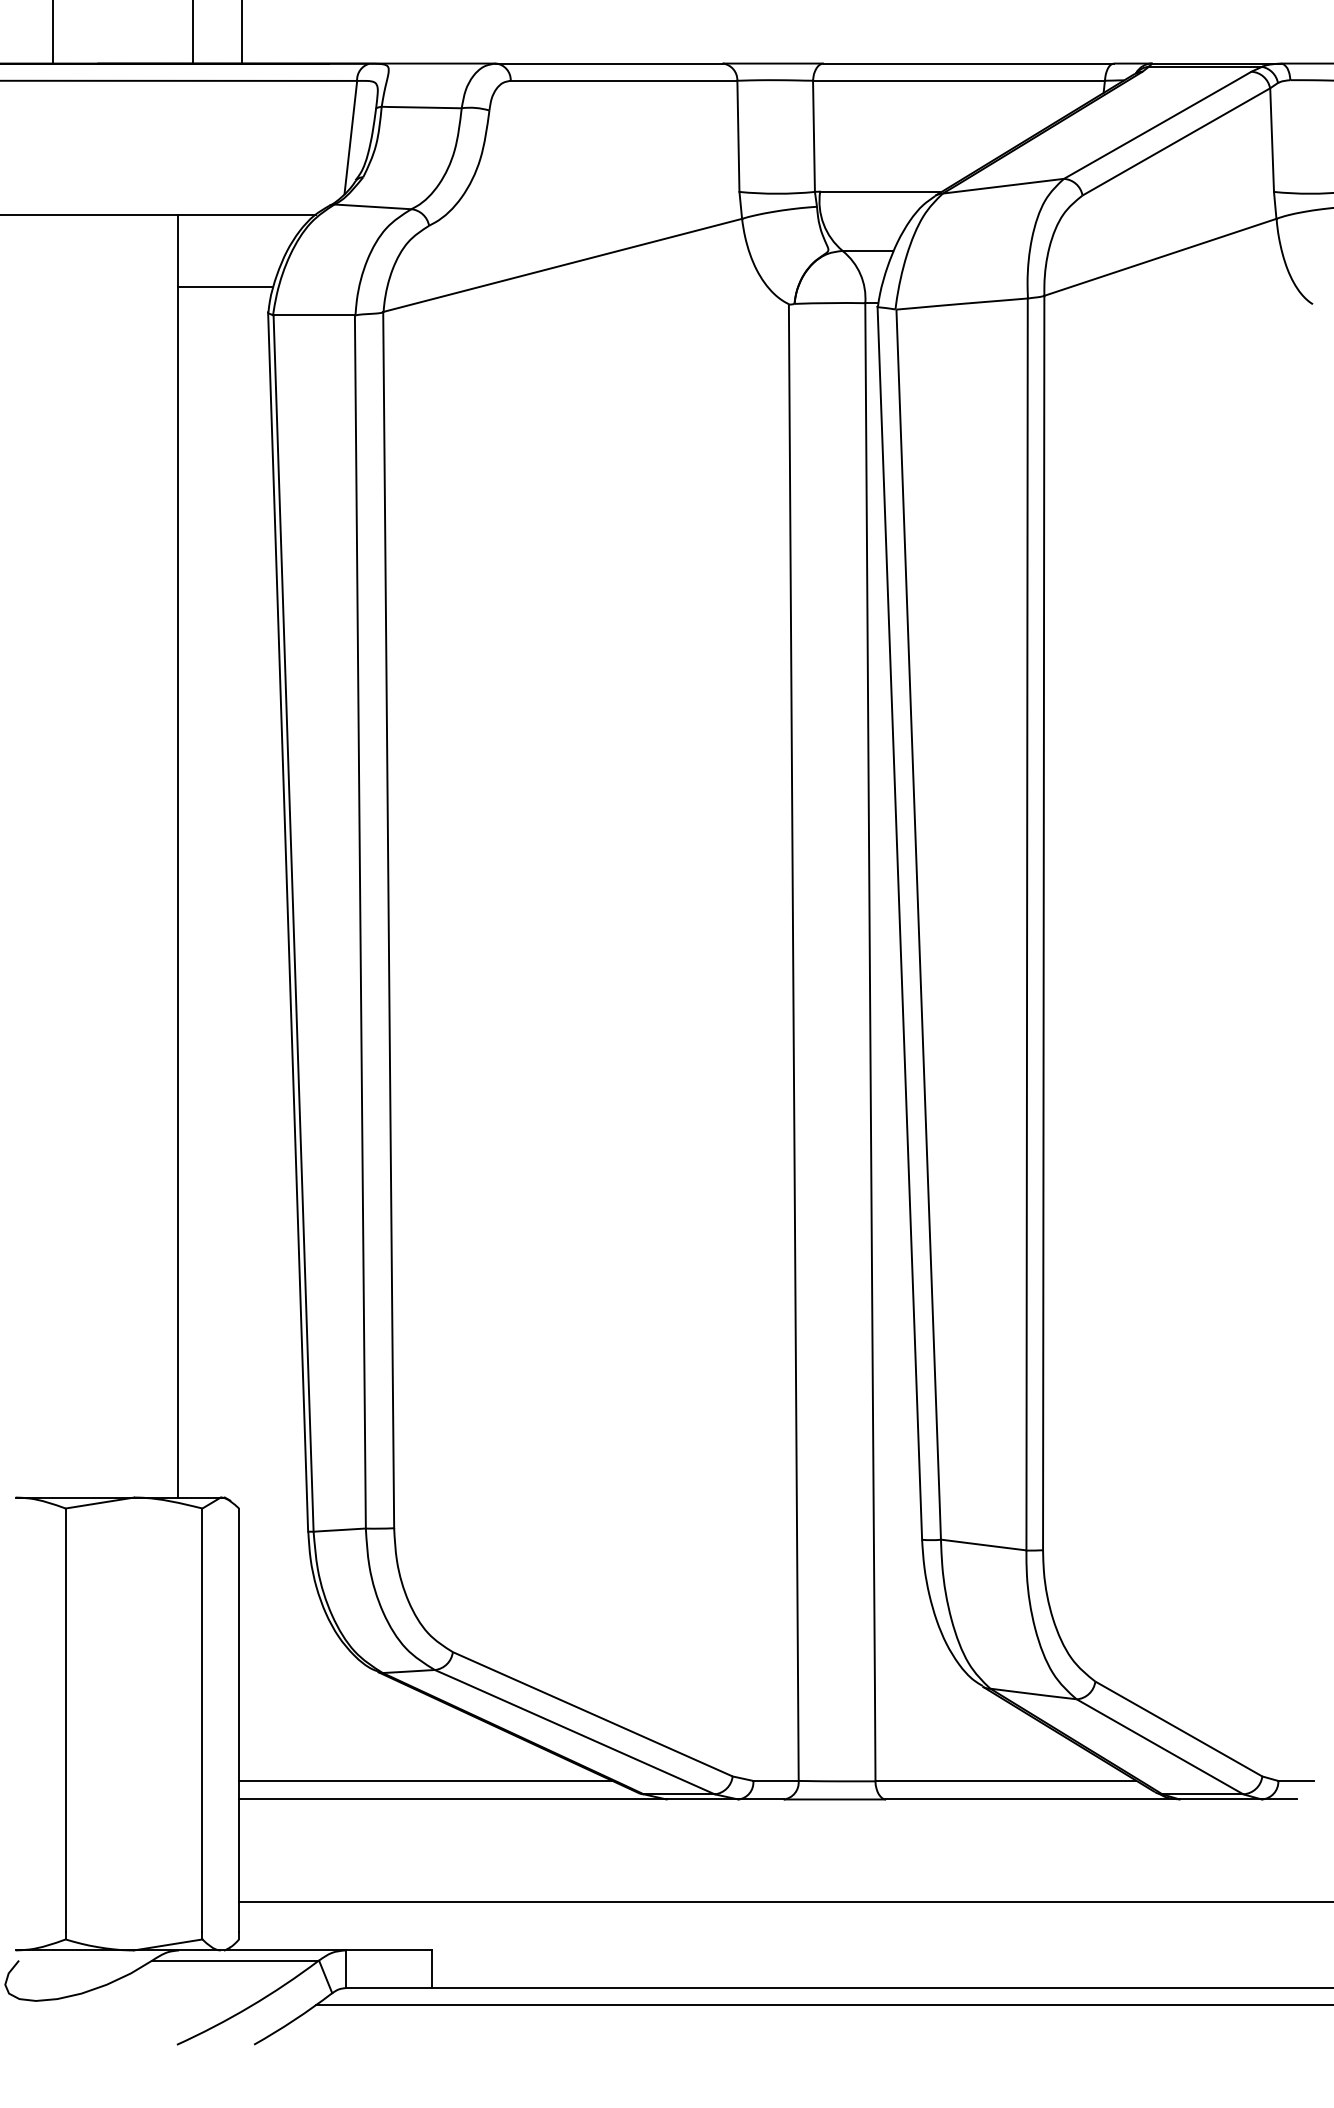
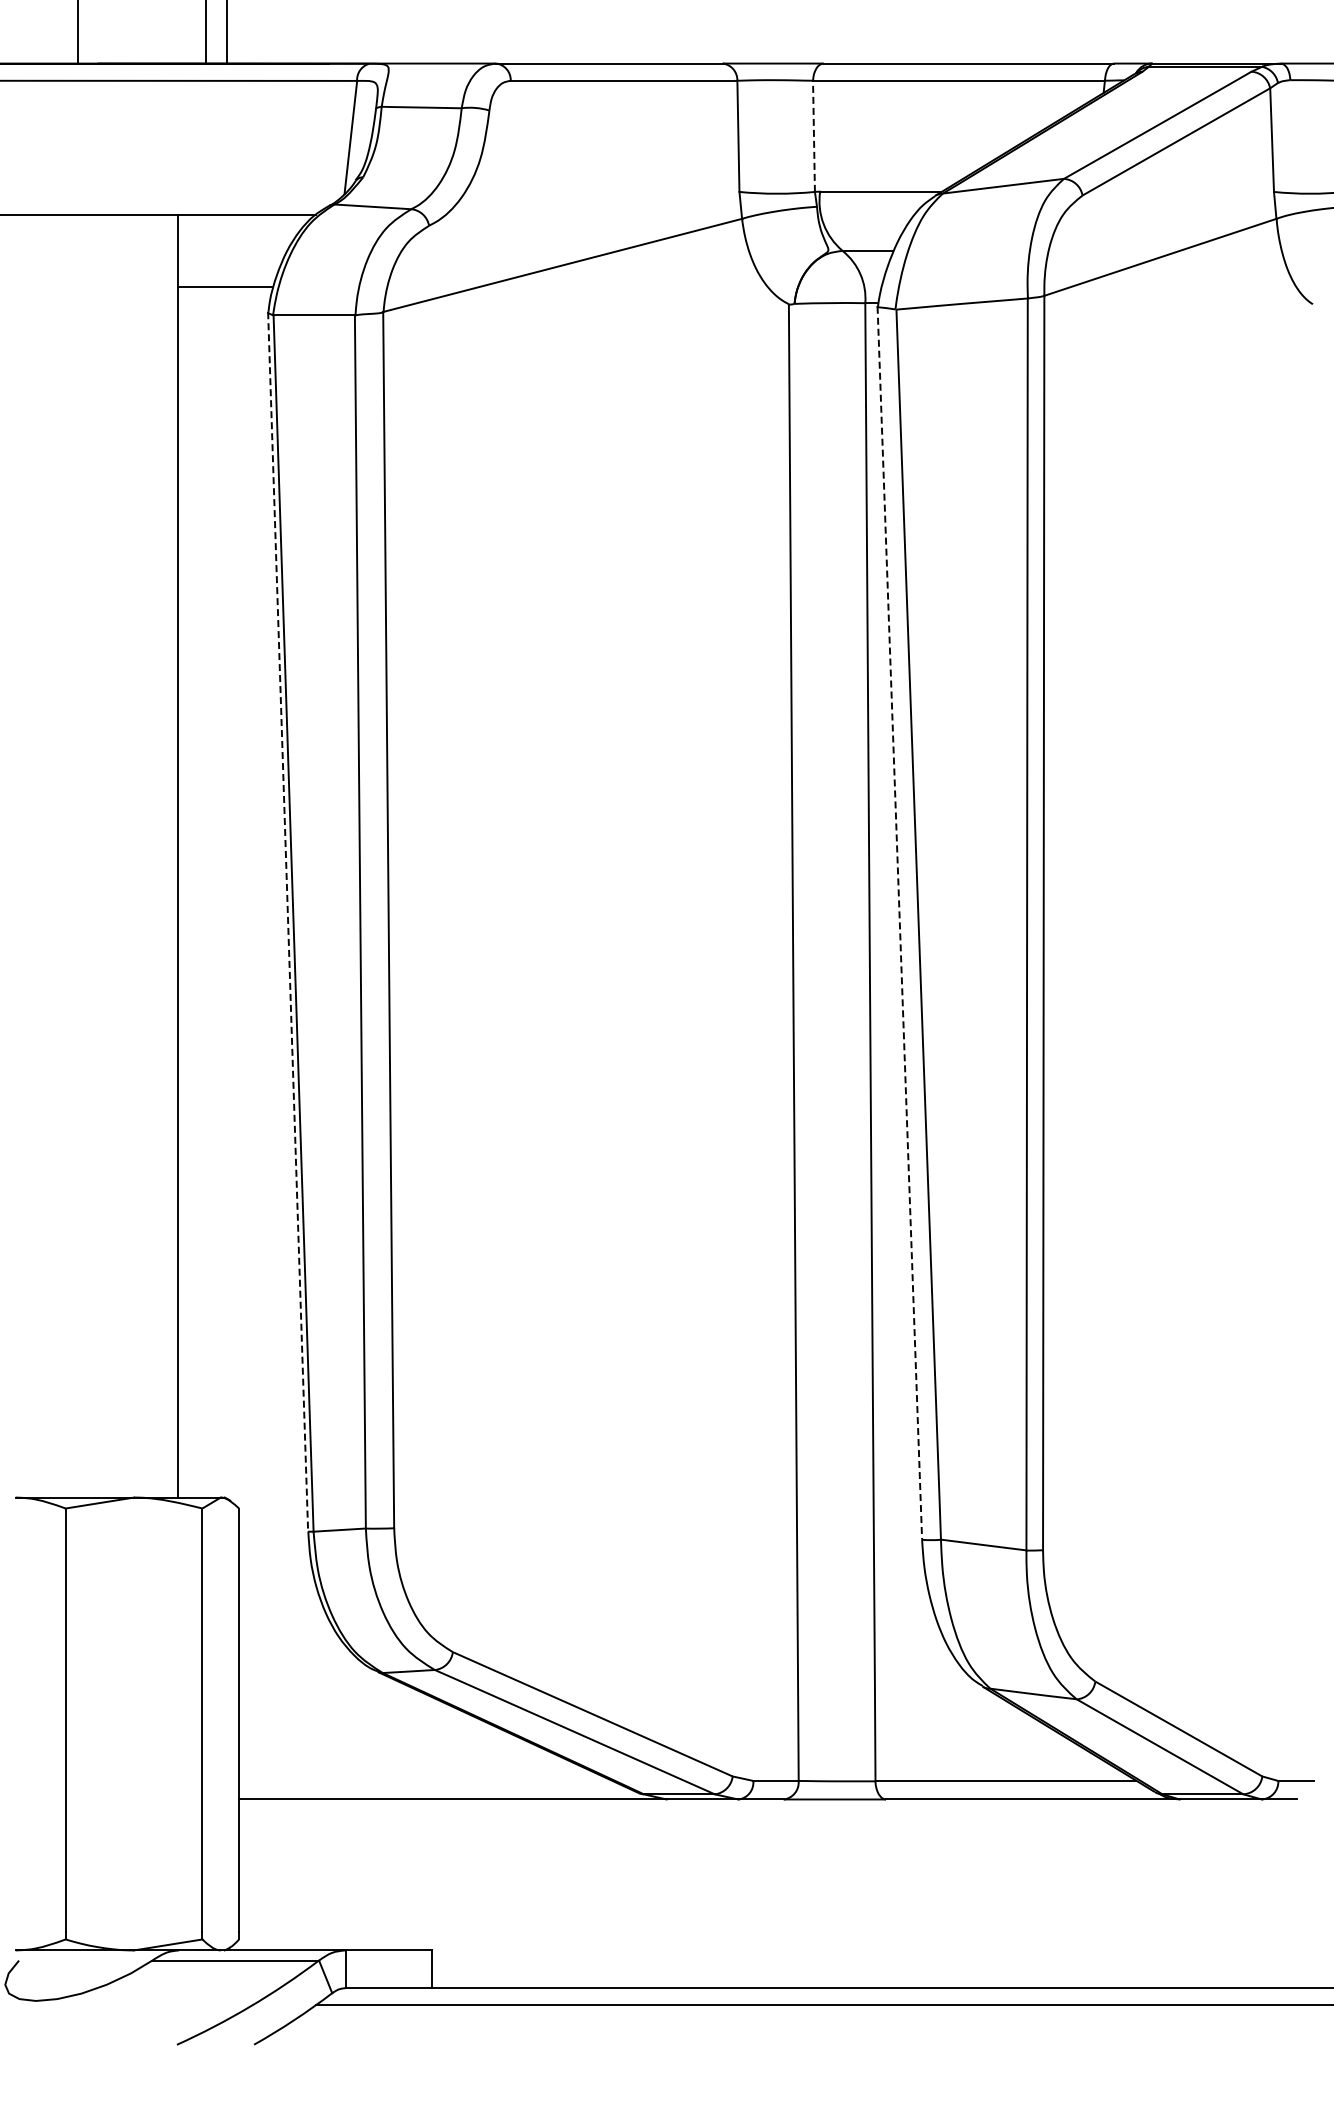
line at (53, 32) position: (53, 32) -> (78, 32)
line at (192, 32) position: (192, 32) -> (226, 32)
line at (241, 32) position: (241, 32) -> (205, 32)
line at (813, 136): solid -> dashed
line at (288, 922): solid -> dashed
line at (899, 923): solid -> dashed
line at (425, 1781): present -> none
line at (784, 1902): present -> none
